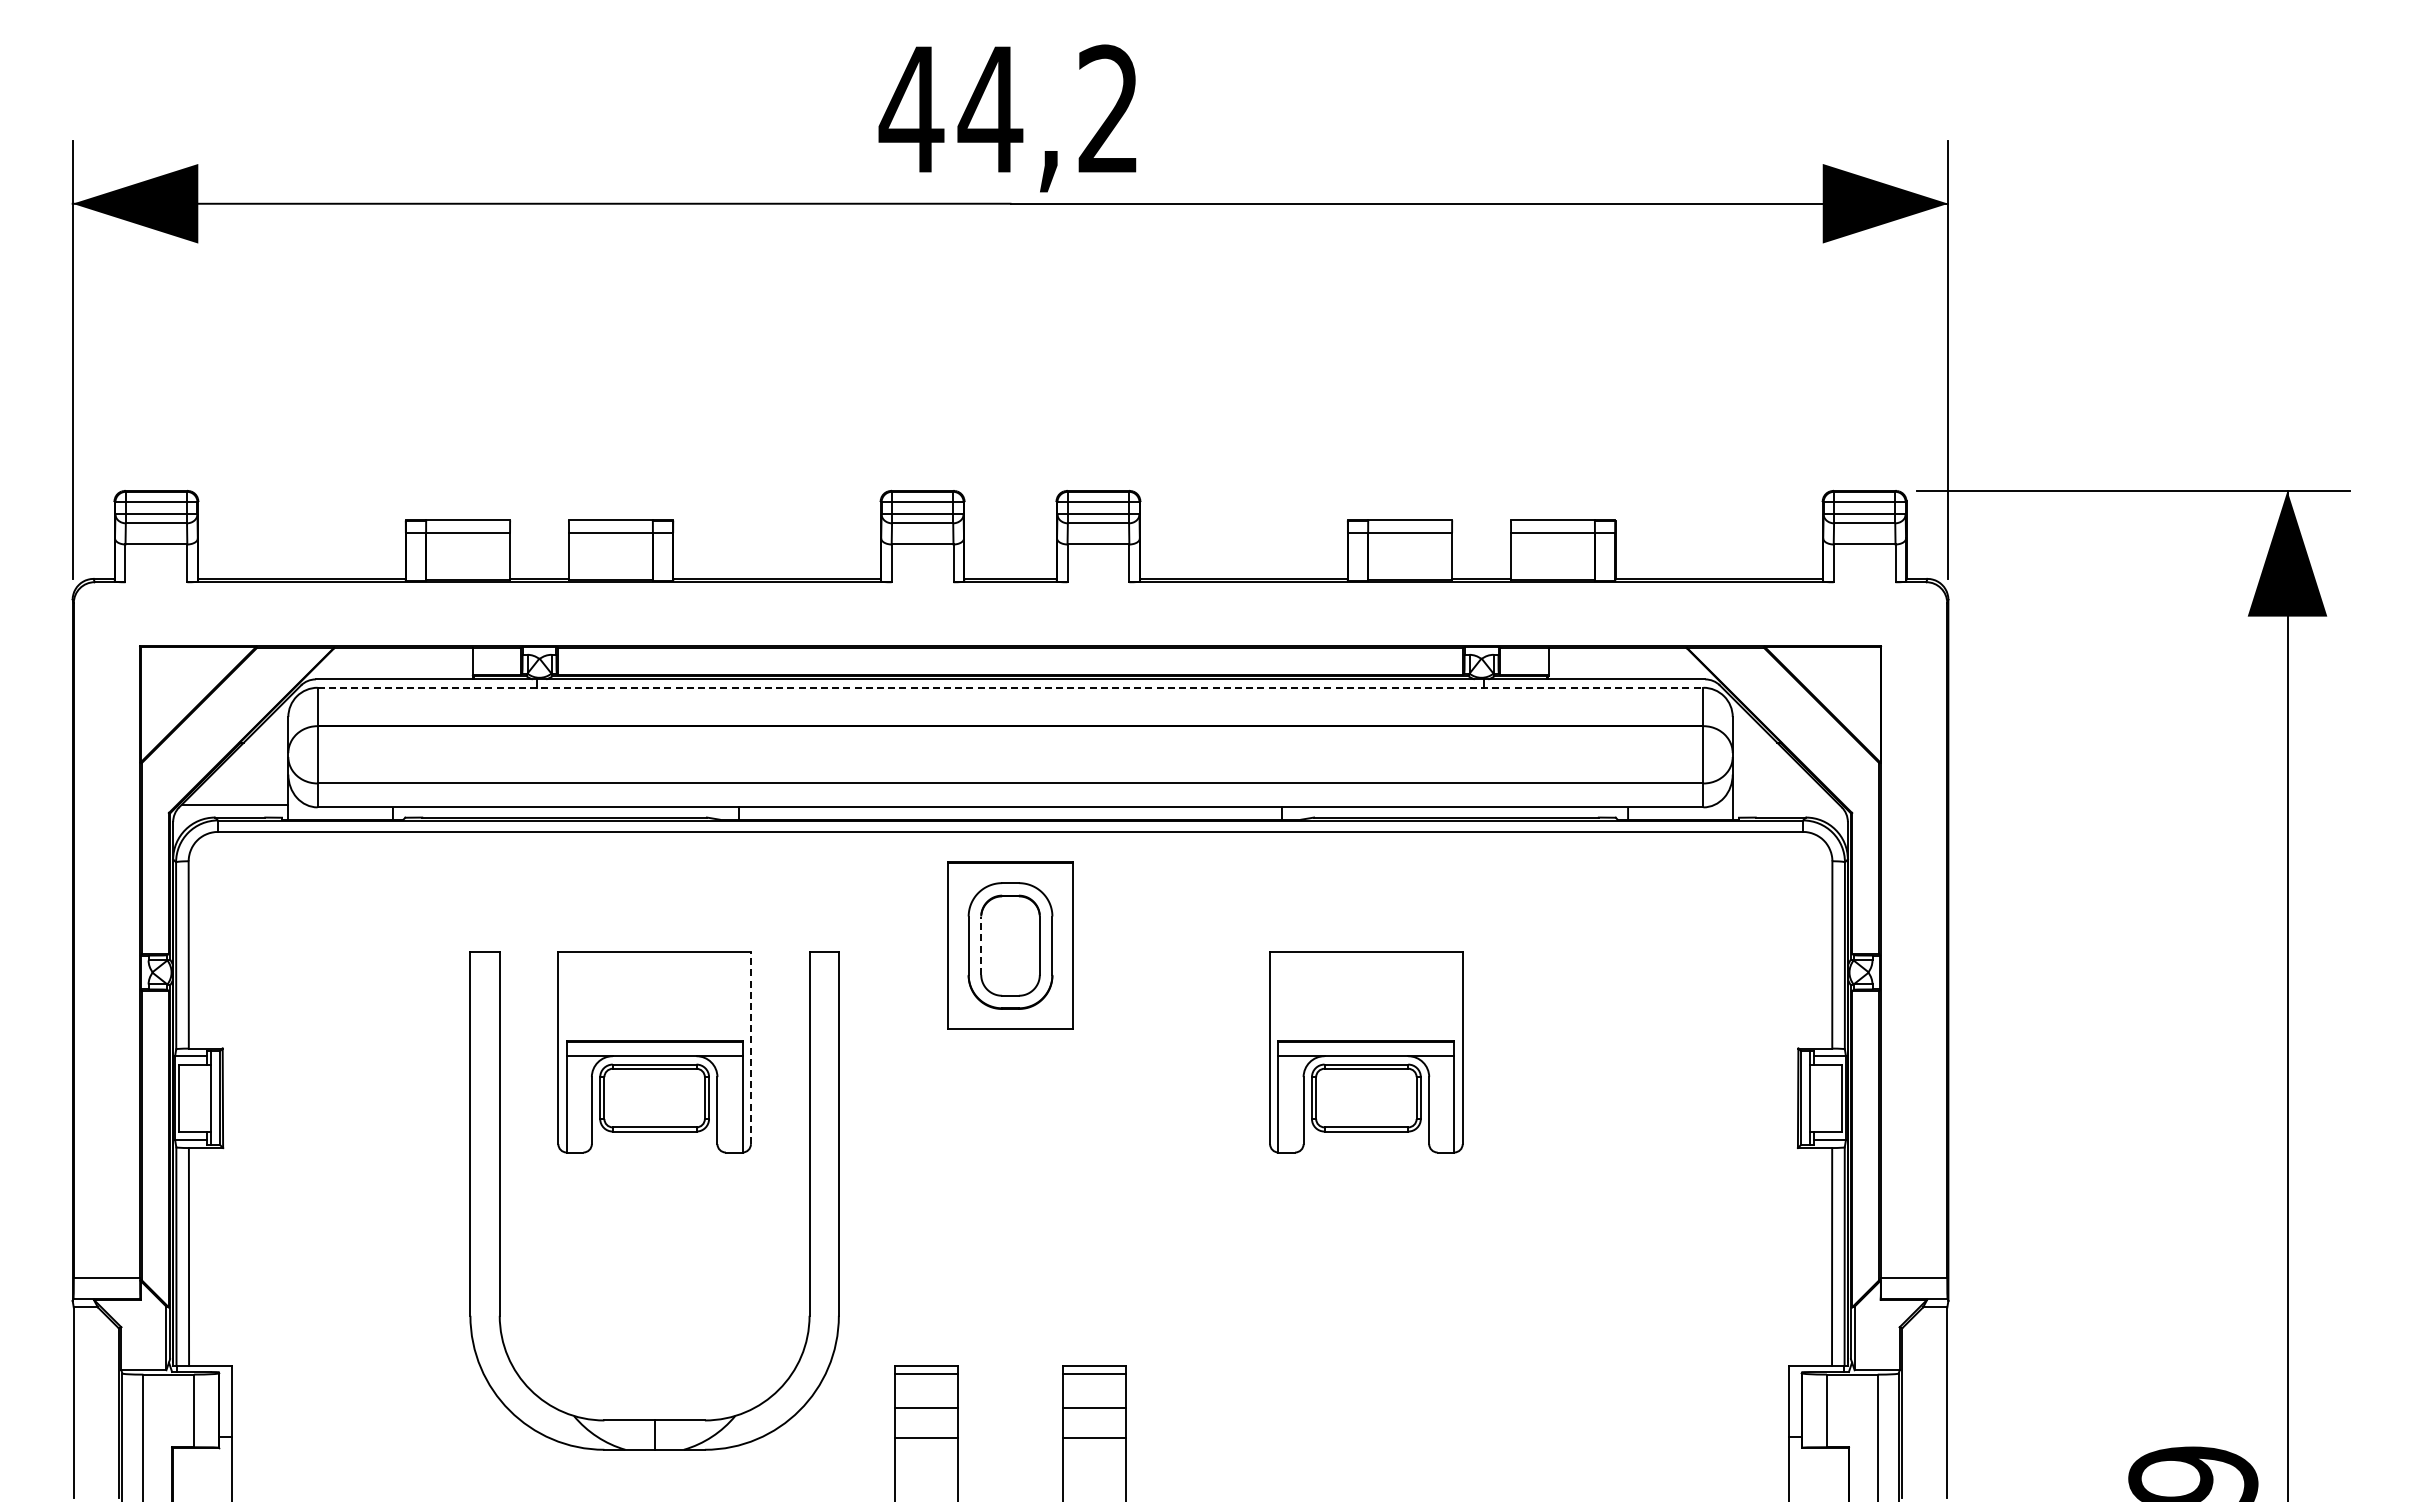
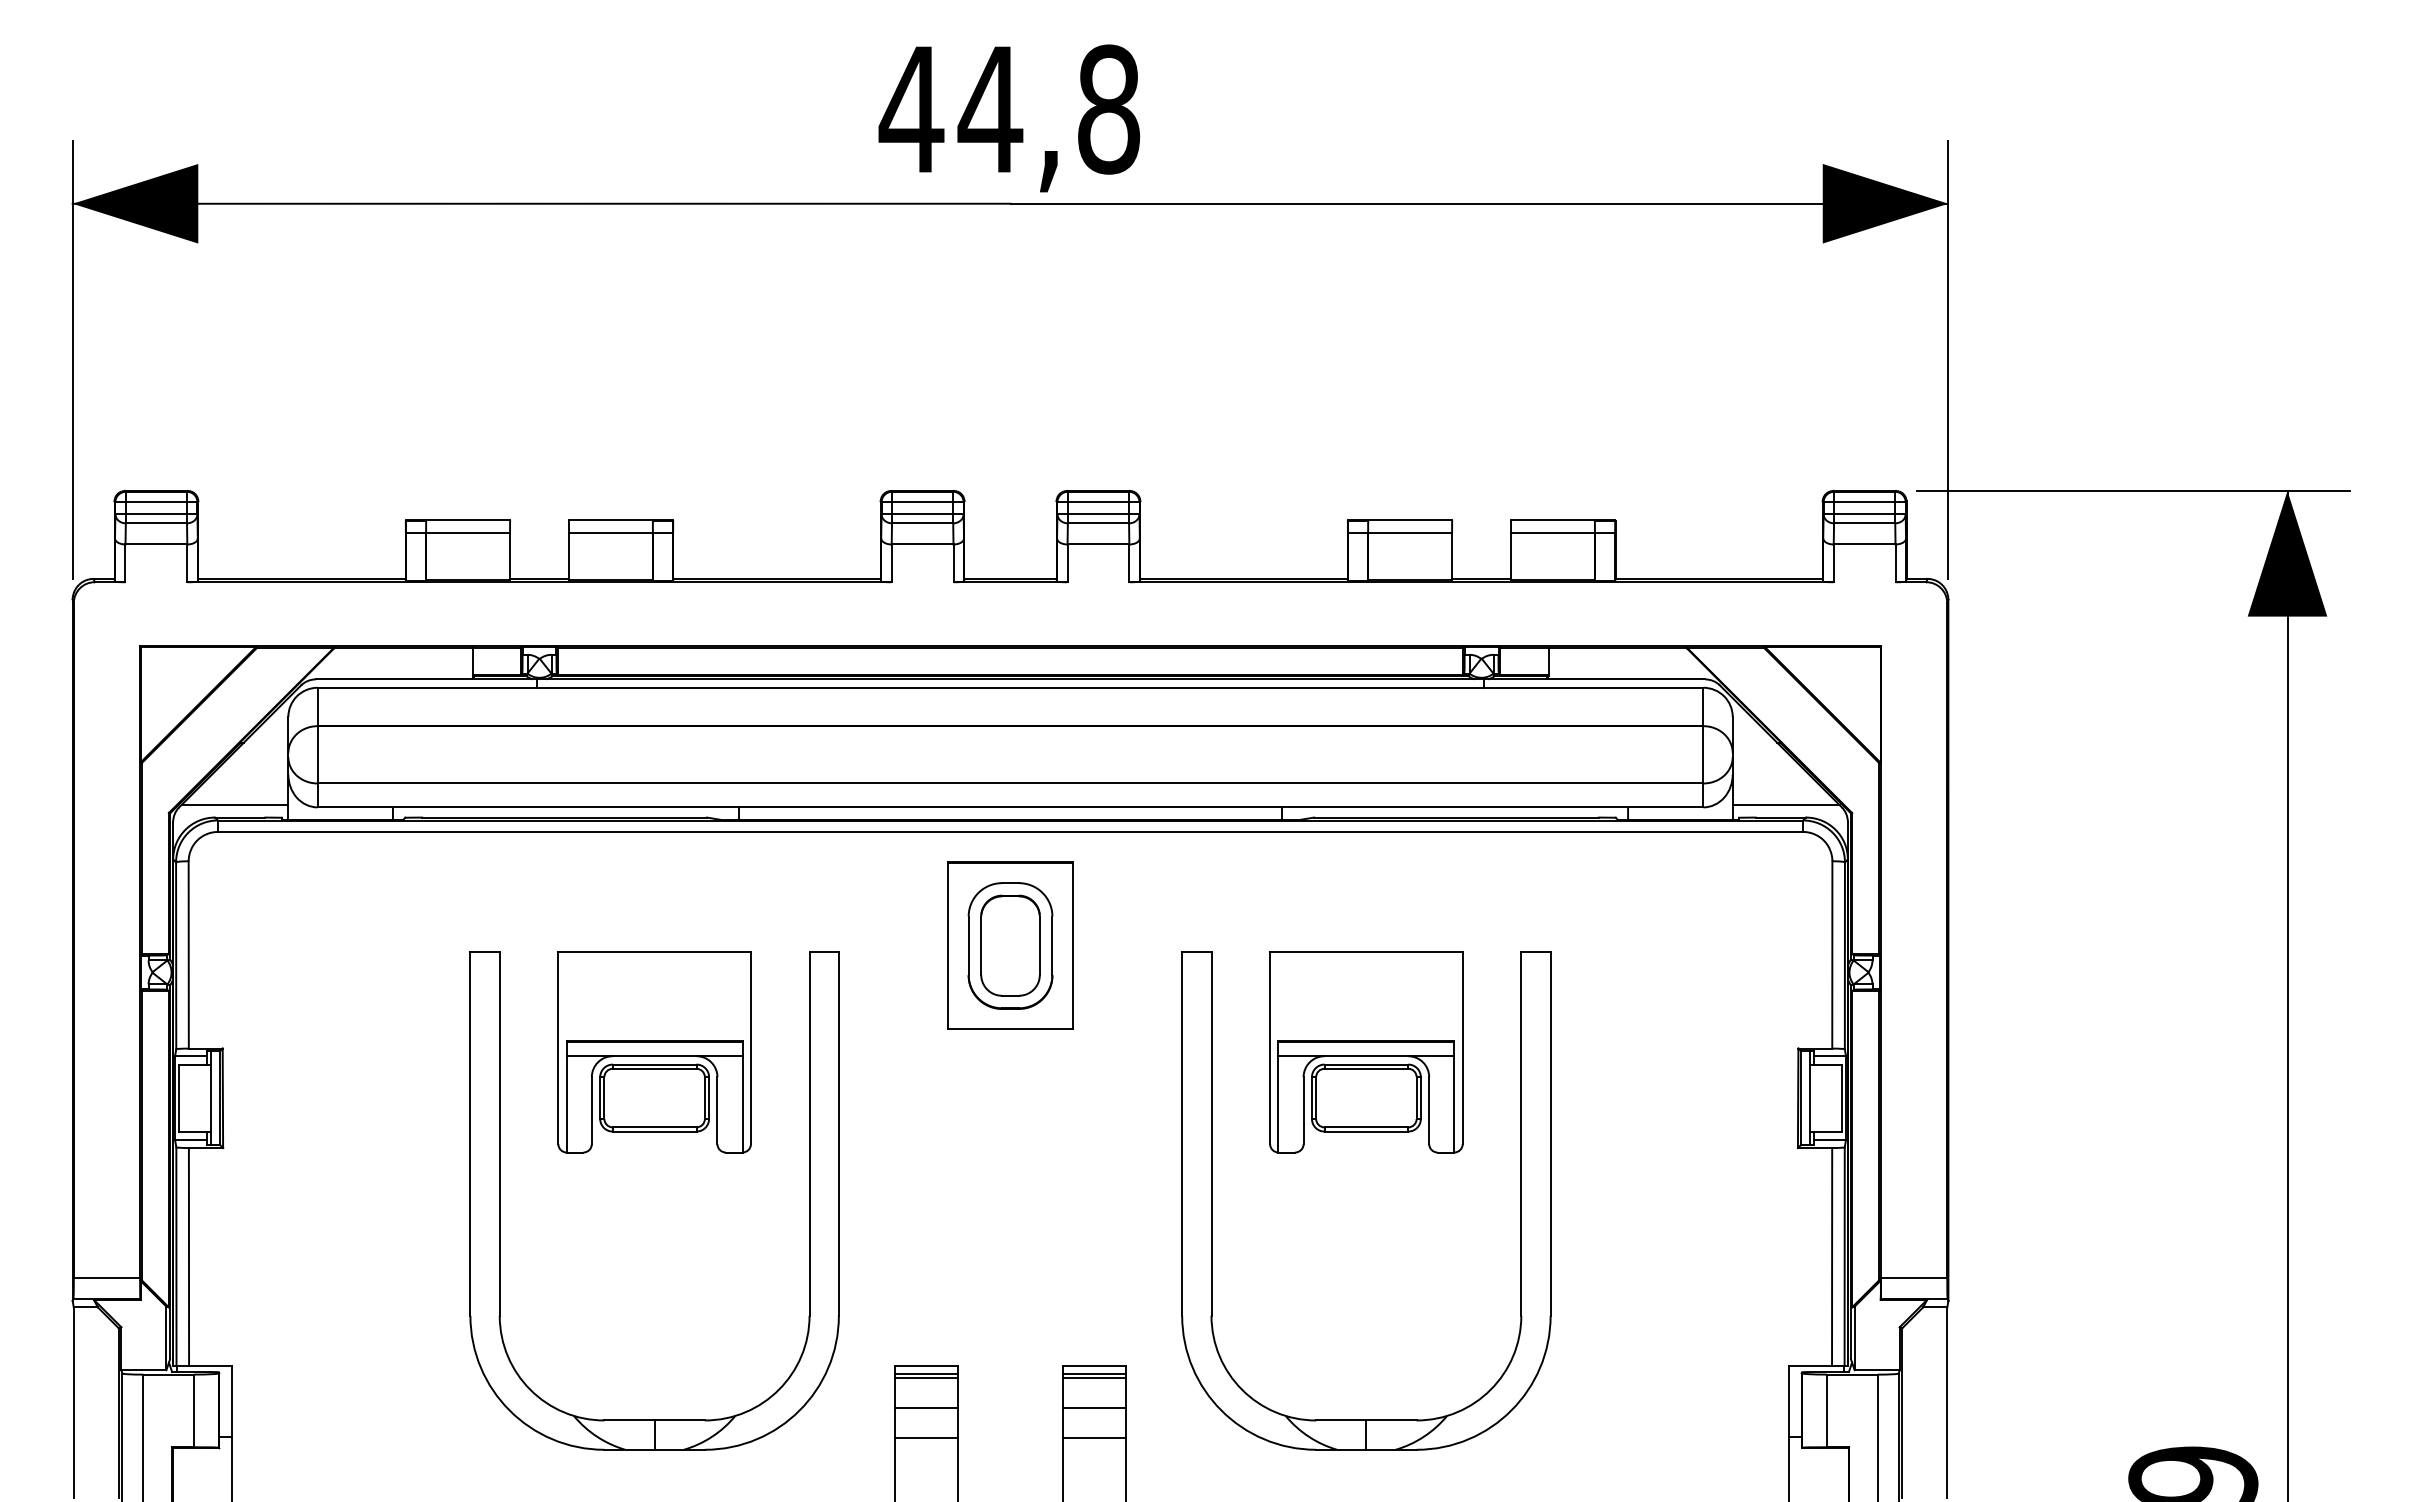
text at (1109, 109): 44,2 -> 44,8
line at (1010, 687): dashed -> solid
line at (1785, 805): none -> present
line at (981, 945): dashed -> solid
line at (750, 1047): dashed -> solid
part at (1212, 1200): none -> present
line at (926, 1378): none -> present
line at (1093, 1378): none -> present
